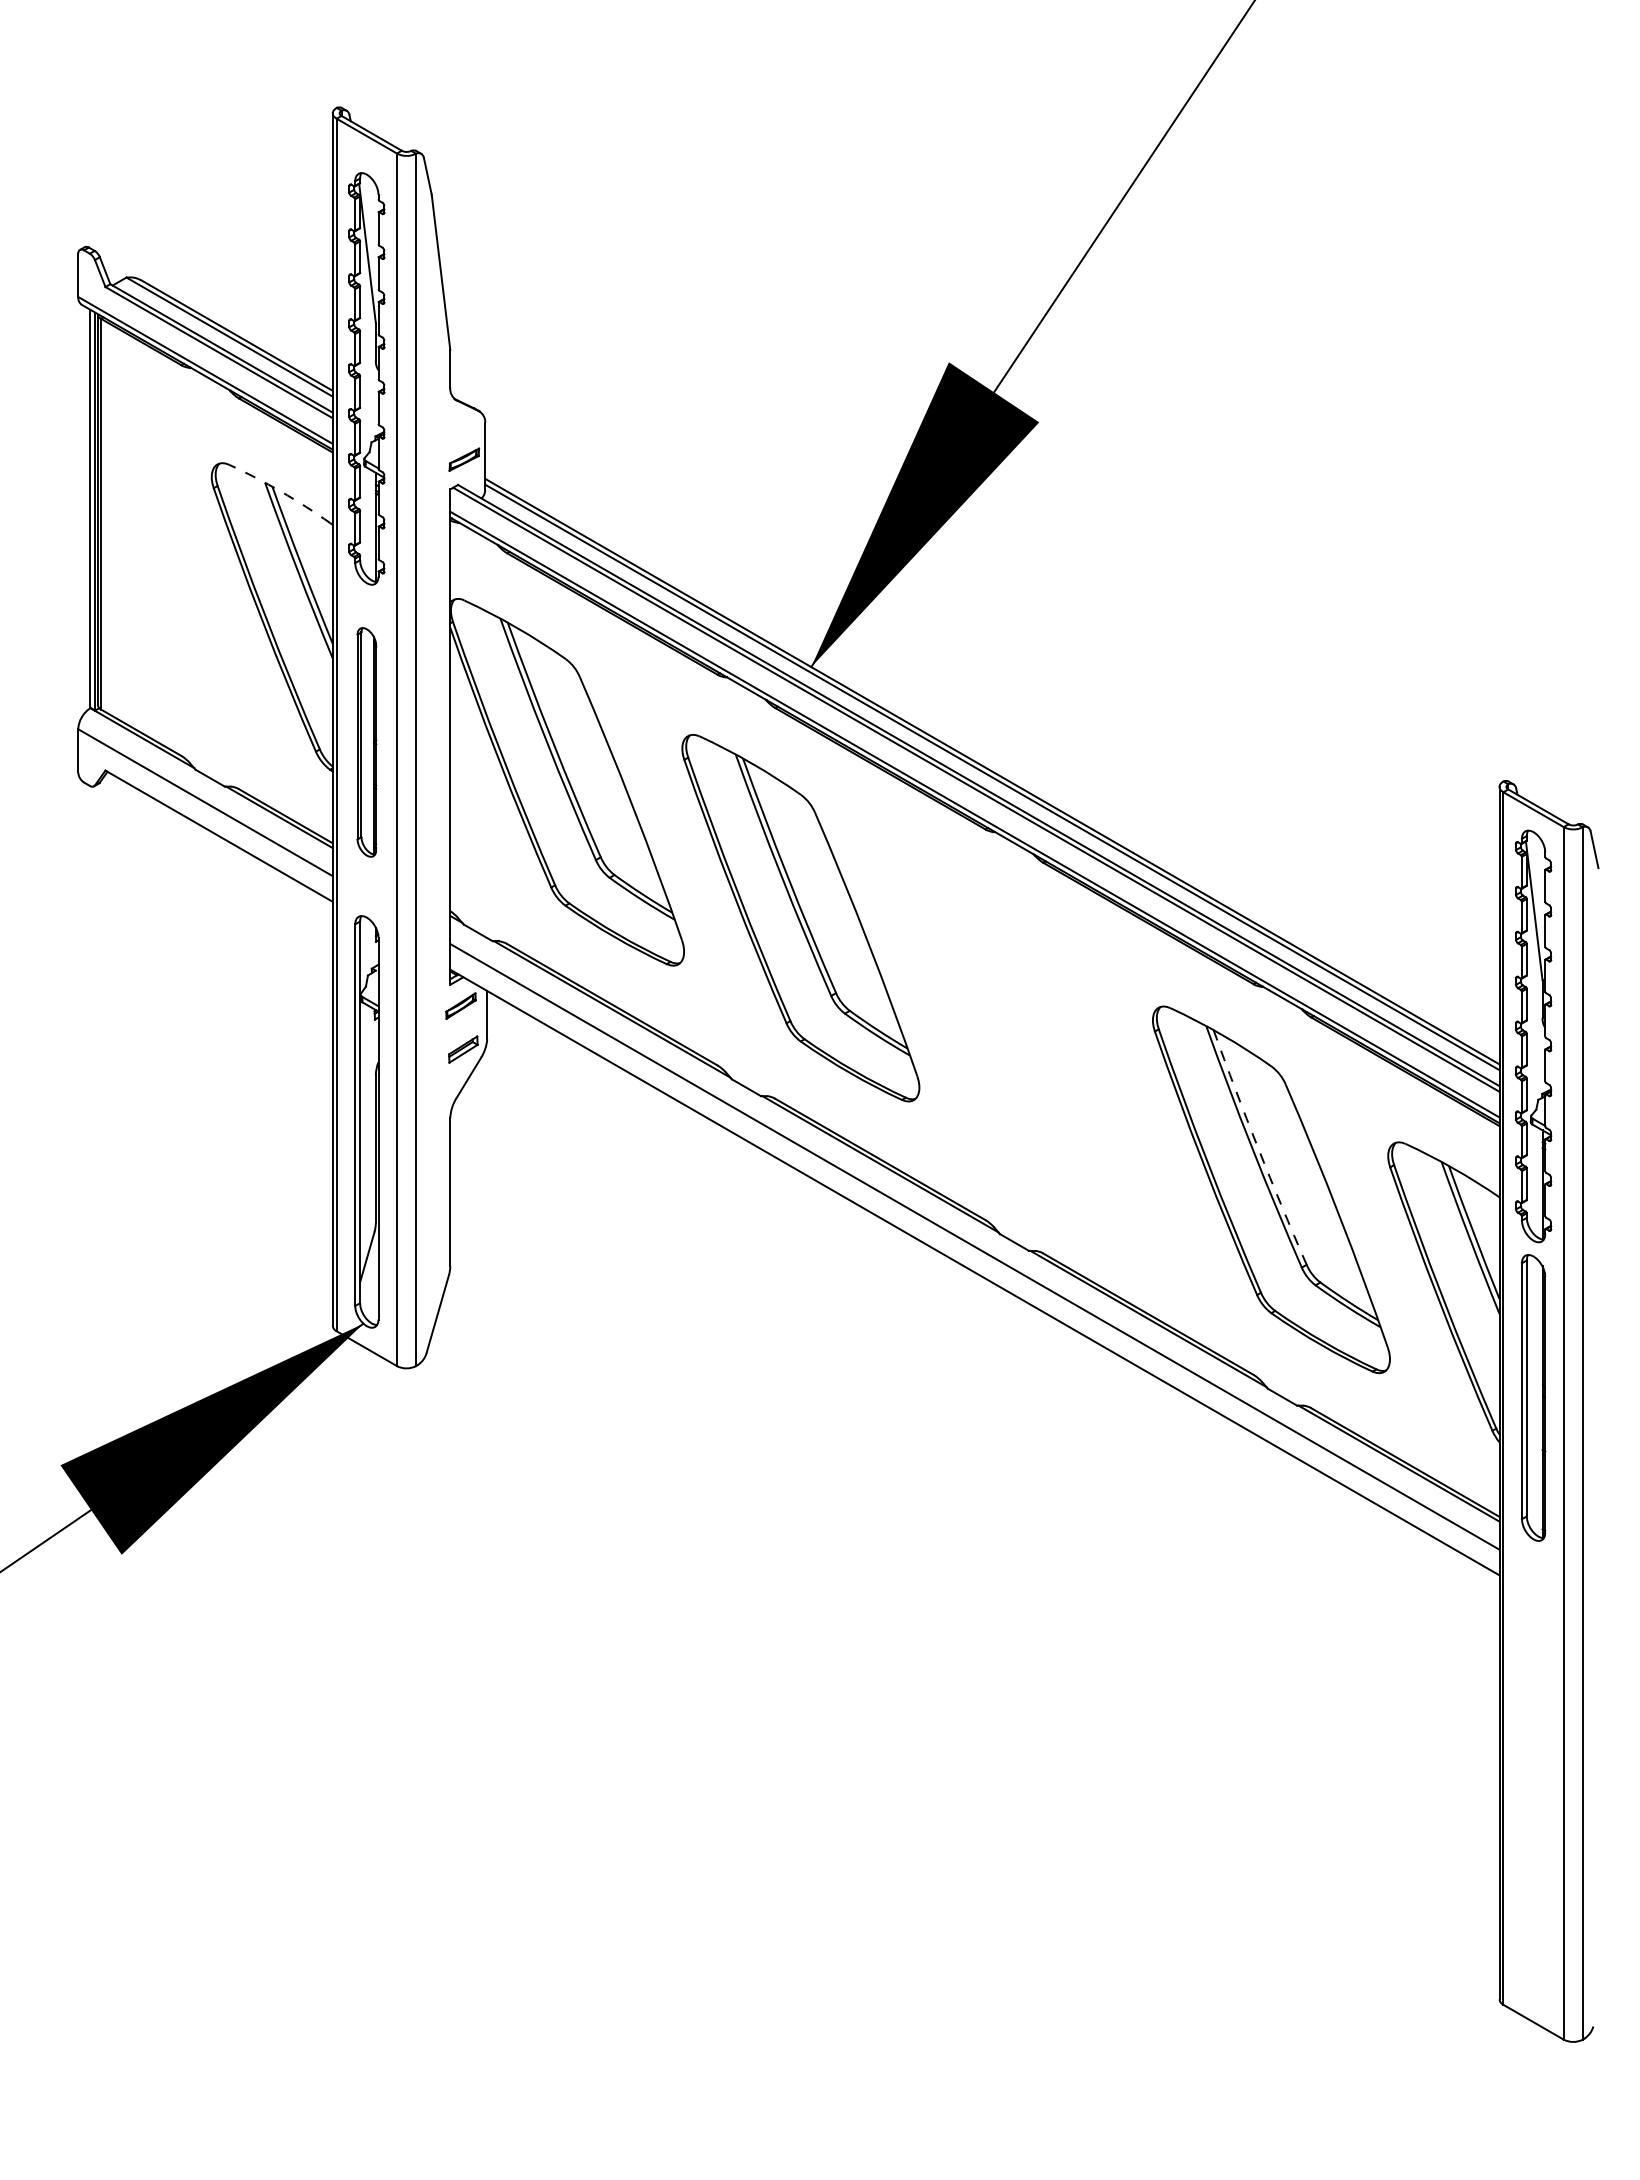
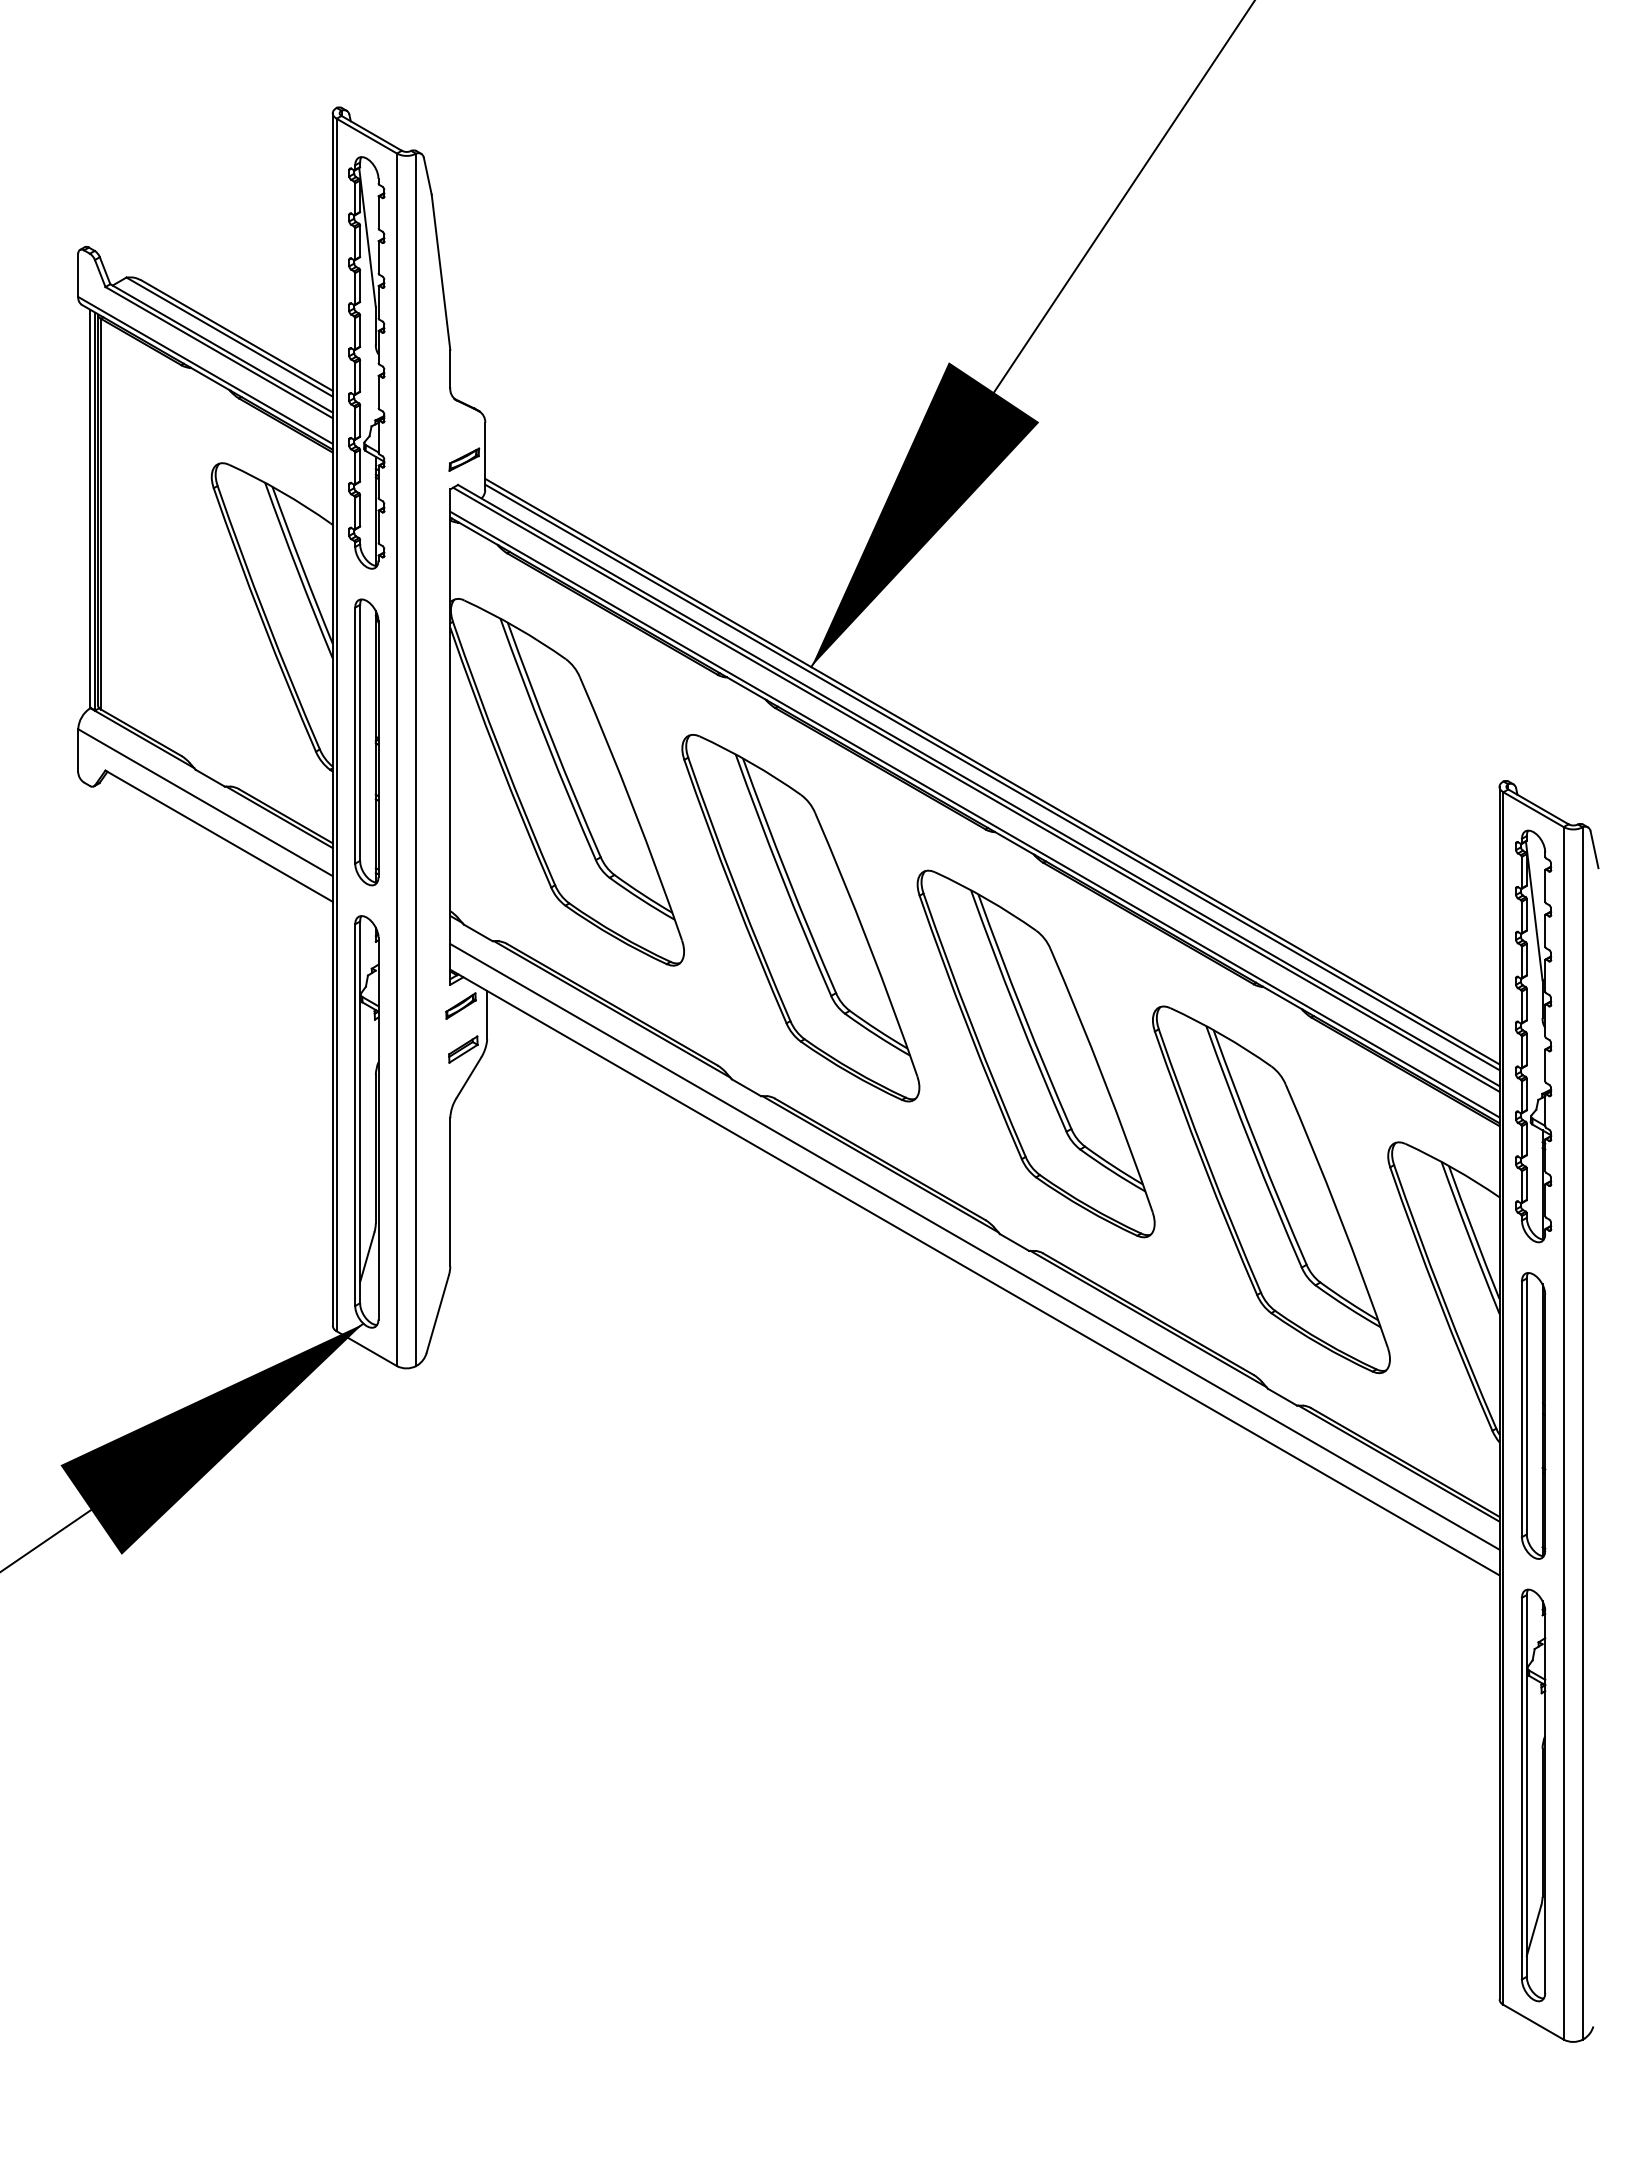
part at (366, 378) position: (366, 378) -> (366, 362)
arc at (281, 491): dashed -> solid
part at (366, 742) size: 22x231 px -> 26x289 px
part at (1035, 1053): none -> present
arc at (1258, 1148): dashed -> solid
part at (1533, 1397) position: (1533, 1397) -> (1533, 1415)
part at (1533, 1795): none -> present
